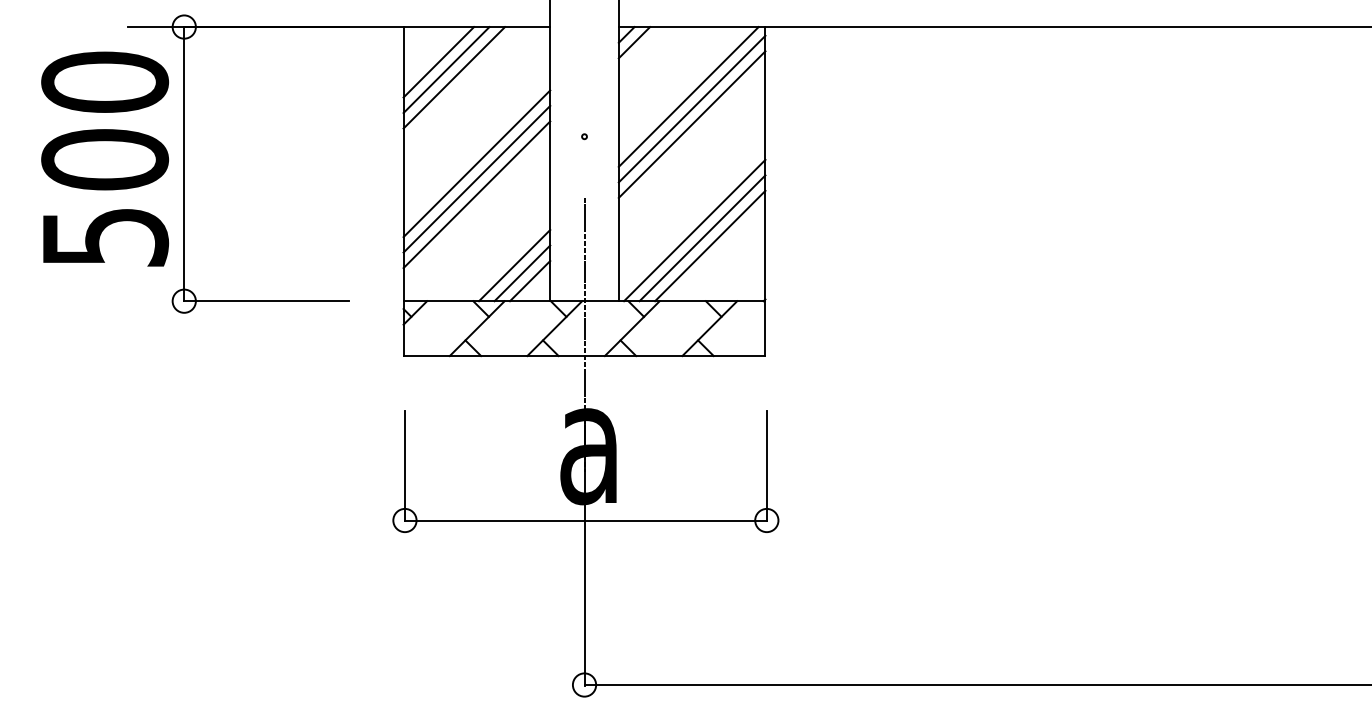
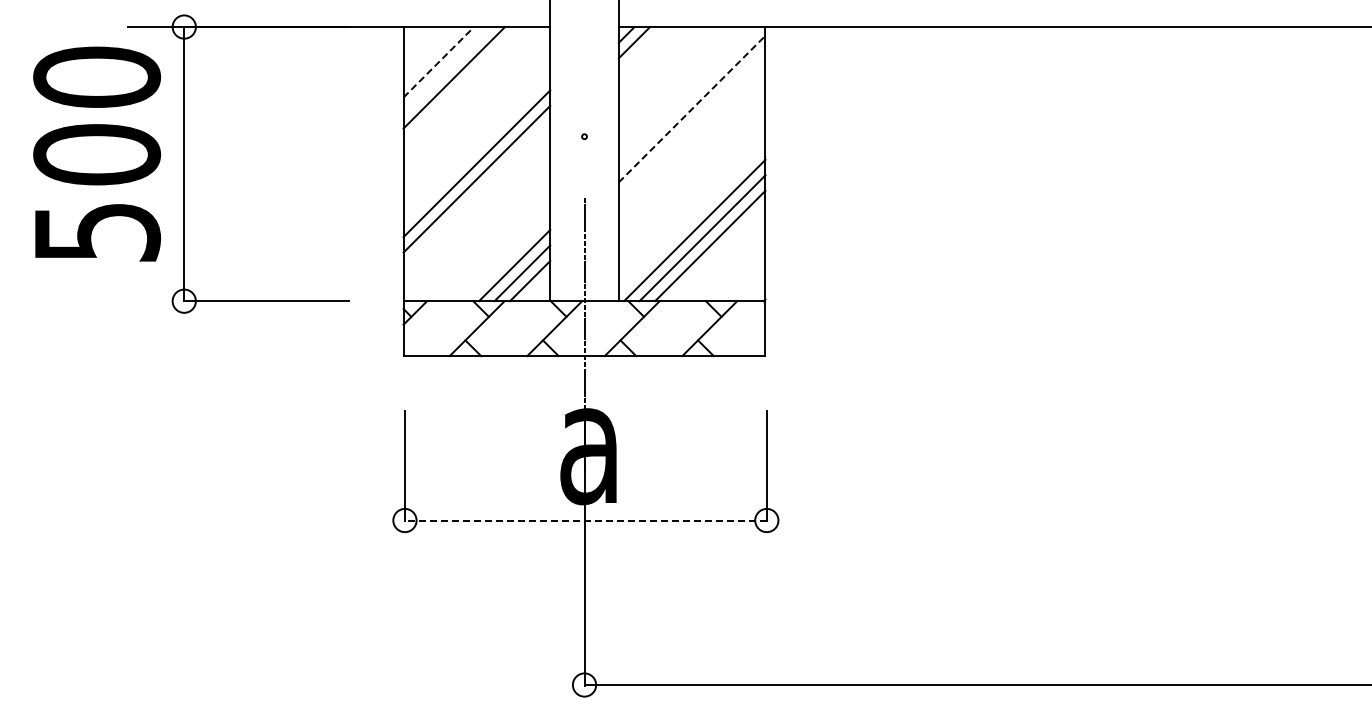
line at (438, 62): solid -> dashed
line at (446, 70): present -> none
line at (688, 96): present -> none
line at (692, 109): solid -> dashed
line at (691, 124): present -> none
text at (104, 158) position: (104, 158) -> (96, 153)
line at (476, 194): present -> none
line at (585, 520): solid -> dashed
